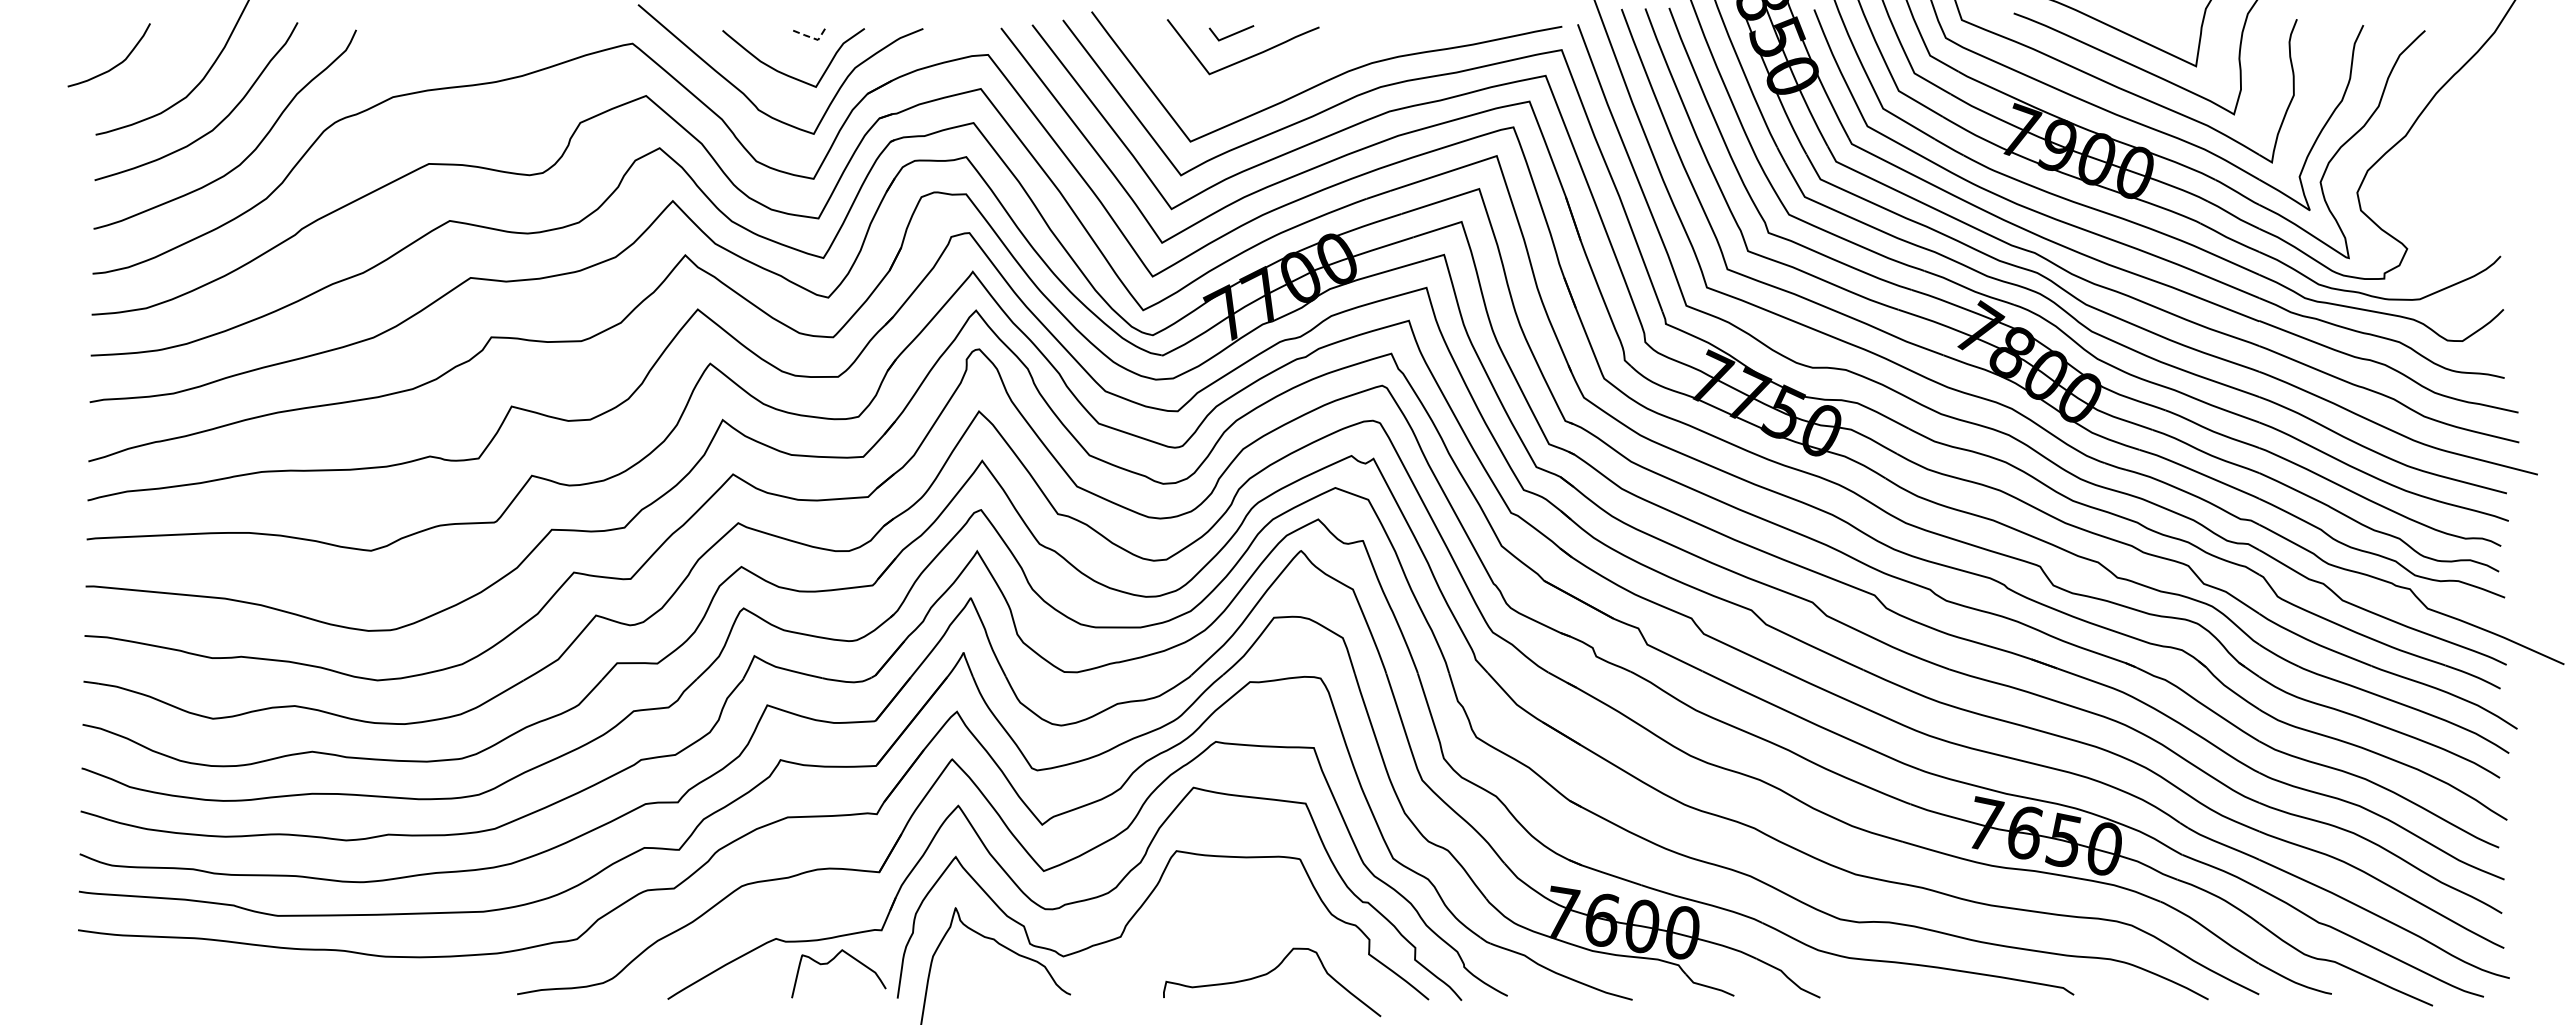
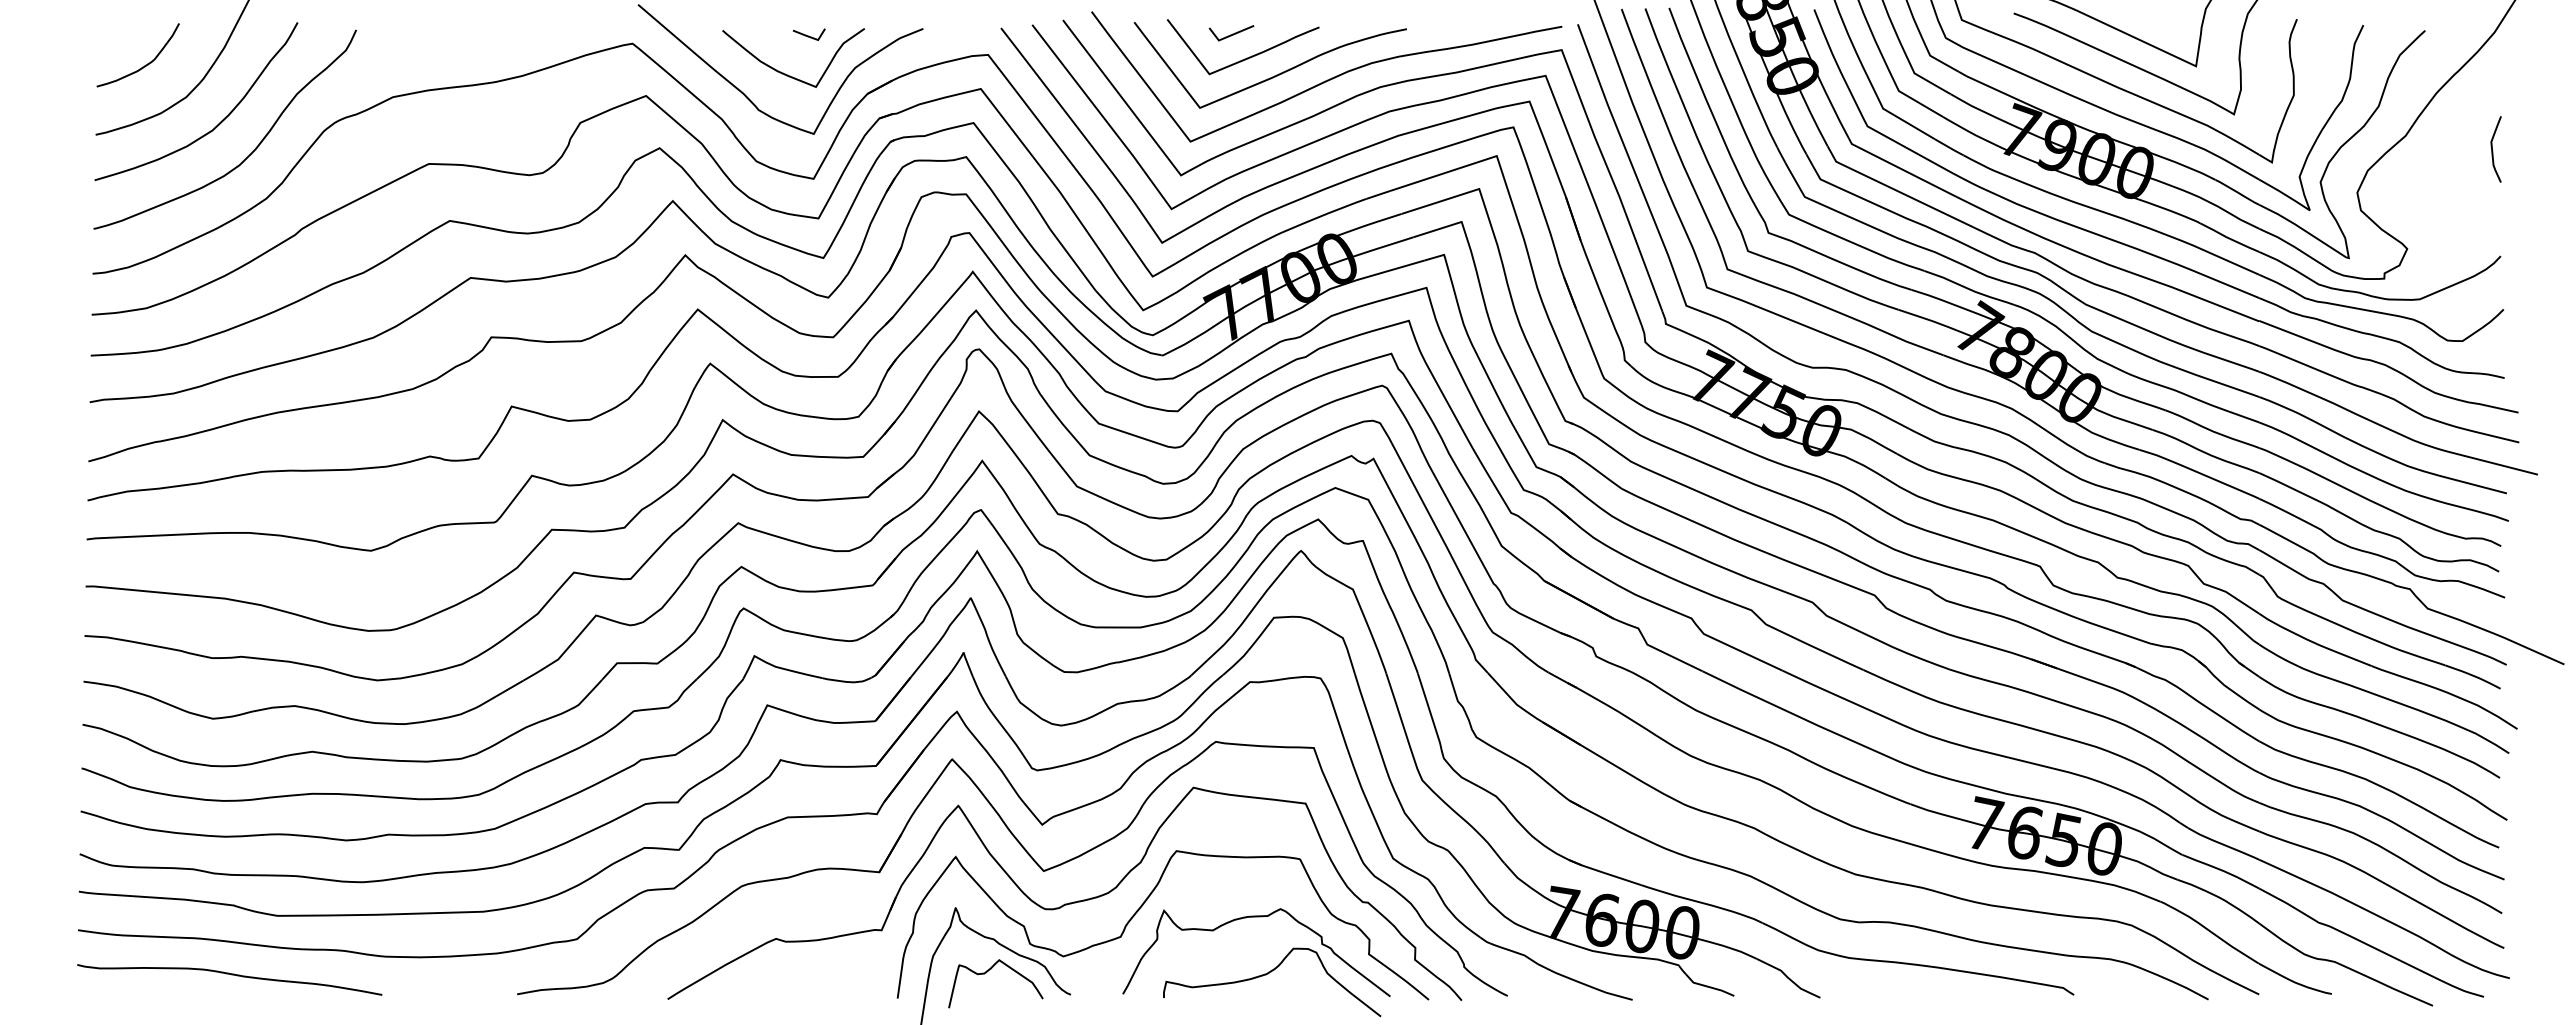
line at (811, 37): dashed -> solid
curve at (116, 64) position: (116, 64) -> (145, 64)
curve at (1274, 75): none -> present
curve at (2493, 150): none -> present
curve at (1256, 917): none -> present
curve at (829, 963) position: (829, 963) -> (986, 973)
curve at (231, 975): none -> present
